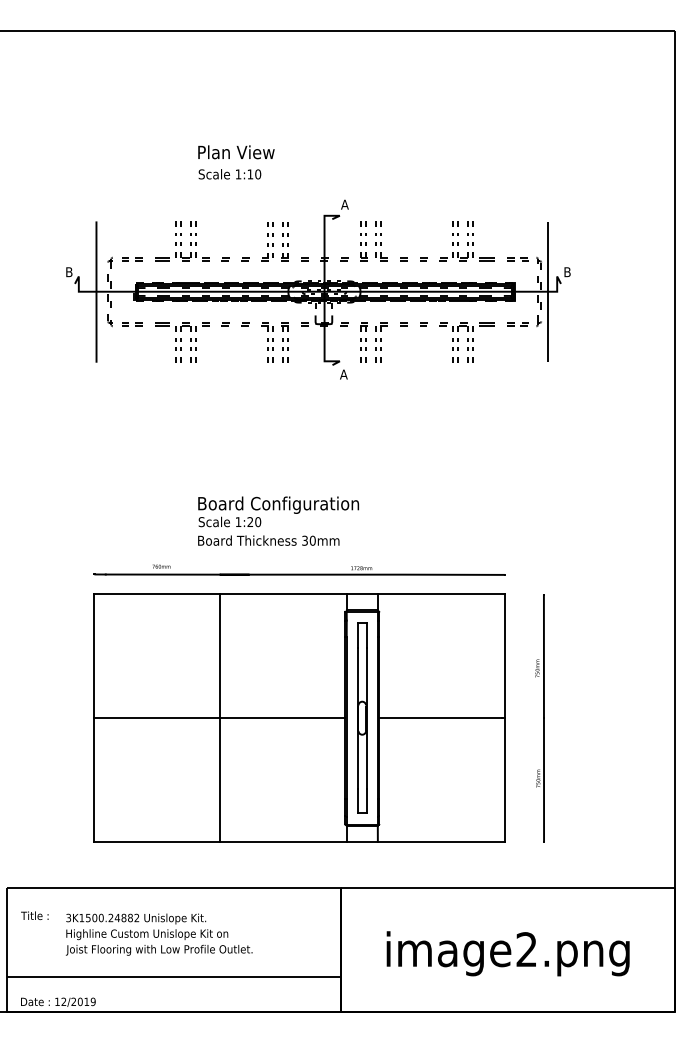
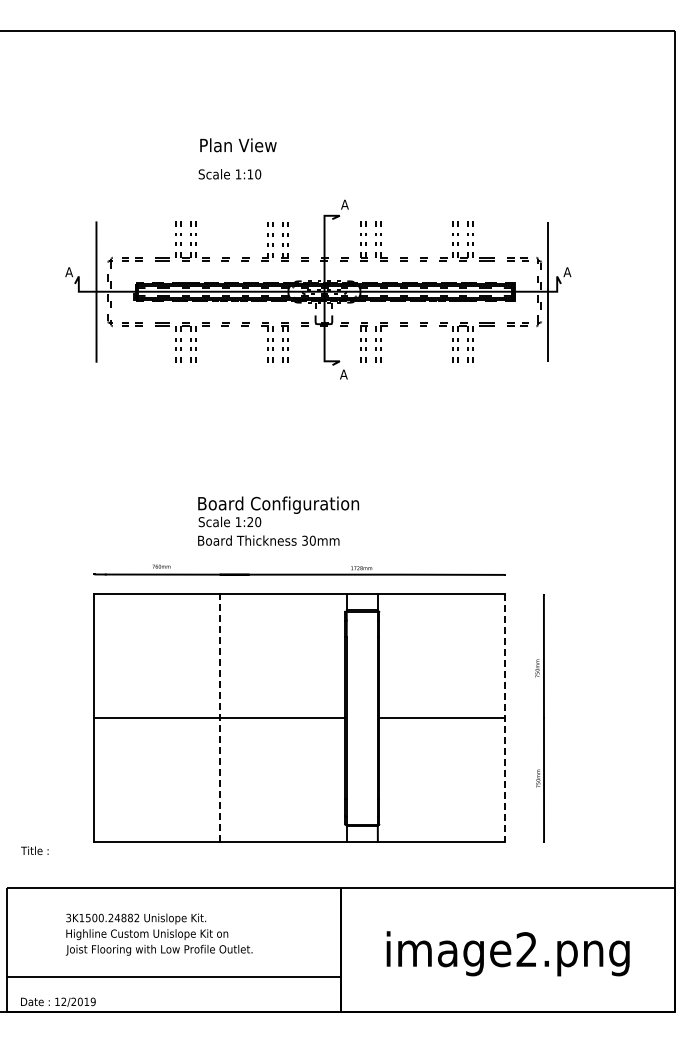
text at (236, 152) position: (236, 152) -> (238, 145)
text at (68, 272): B -> A
text at (567, 272): B -> A
part at (362, 717): present -> none
line at (219, 718): solid -> dashed
line at (505, 718): solid -> dashed
text at (34, 915) position: (34, 915) -> (34, 850)
